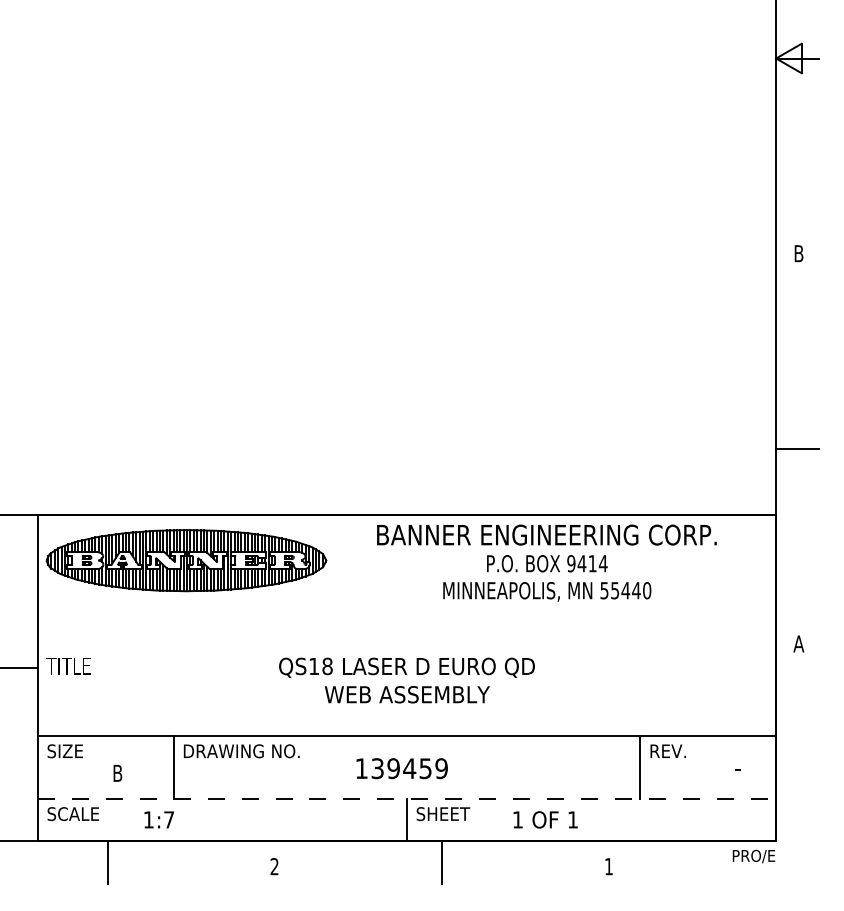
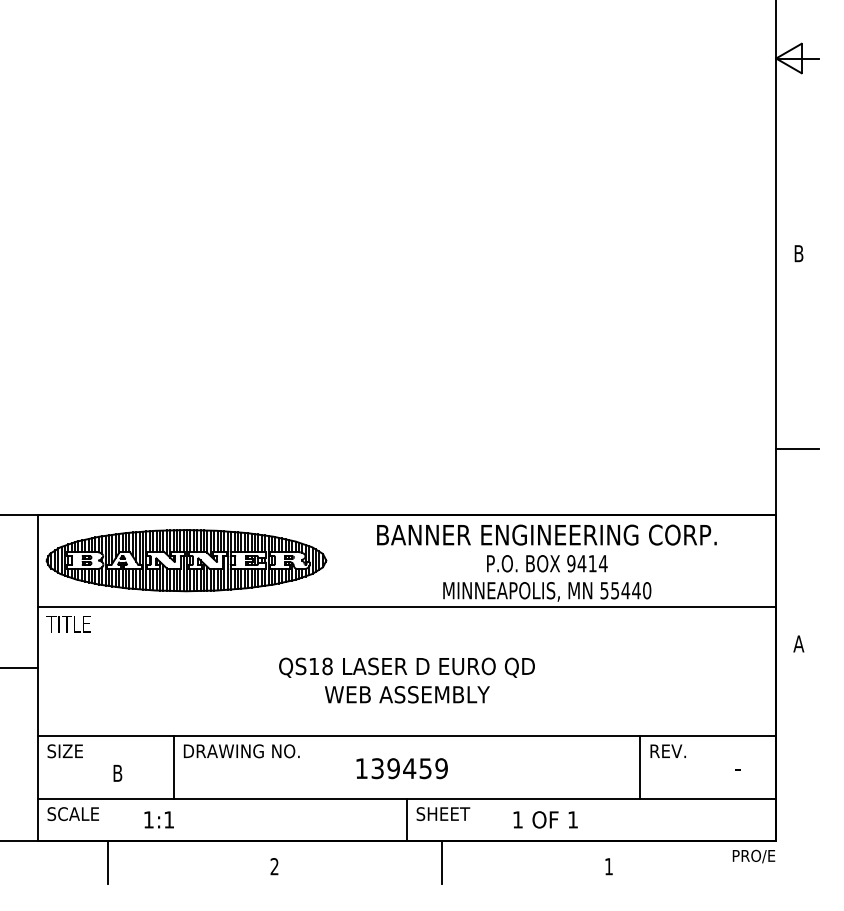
line at (406, 607): none -> present
text at (68, 666) position: (68, 666) -> (68, 624)
line at (407, 798): dashed -> solid
text at (168, 819): 1:7 -> 1:1
